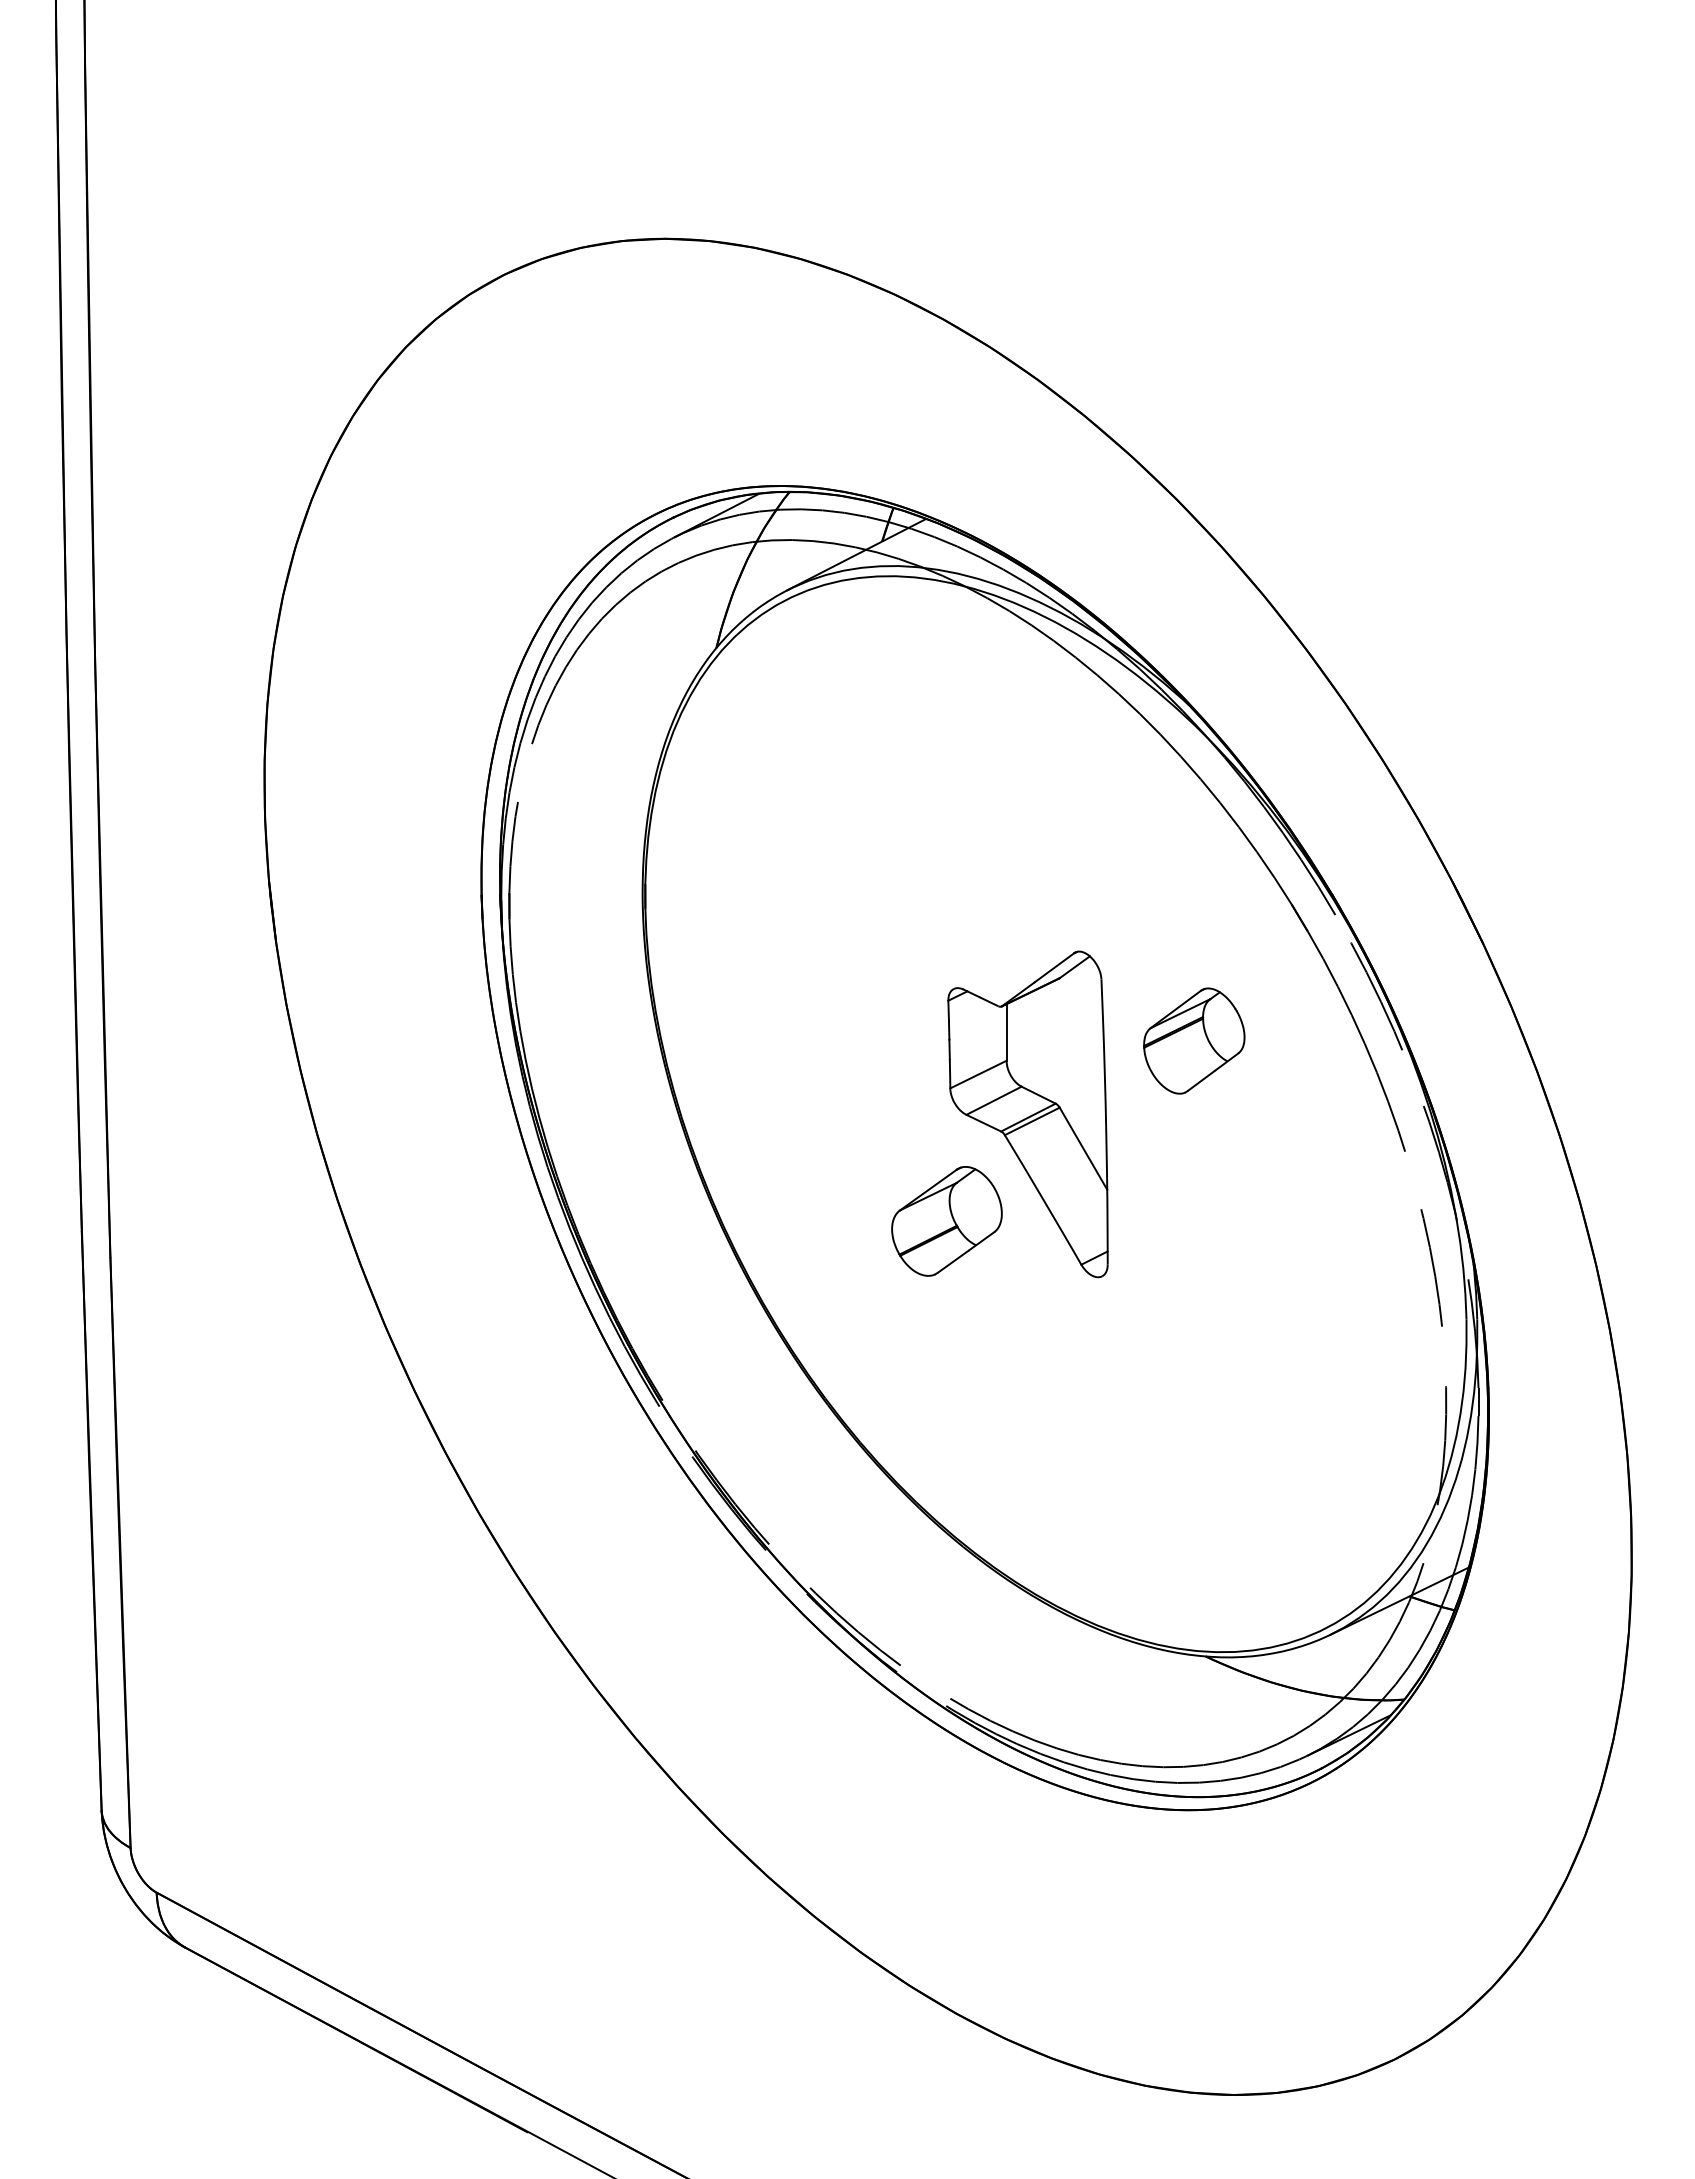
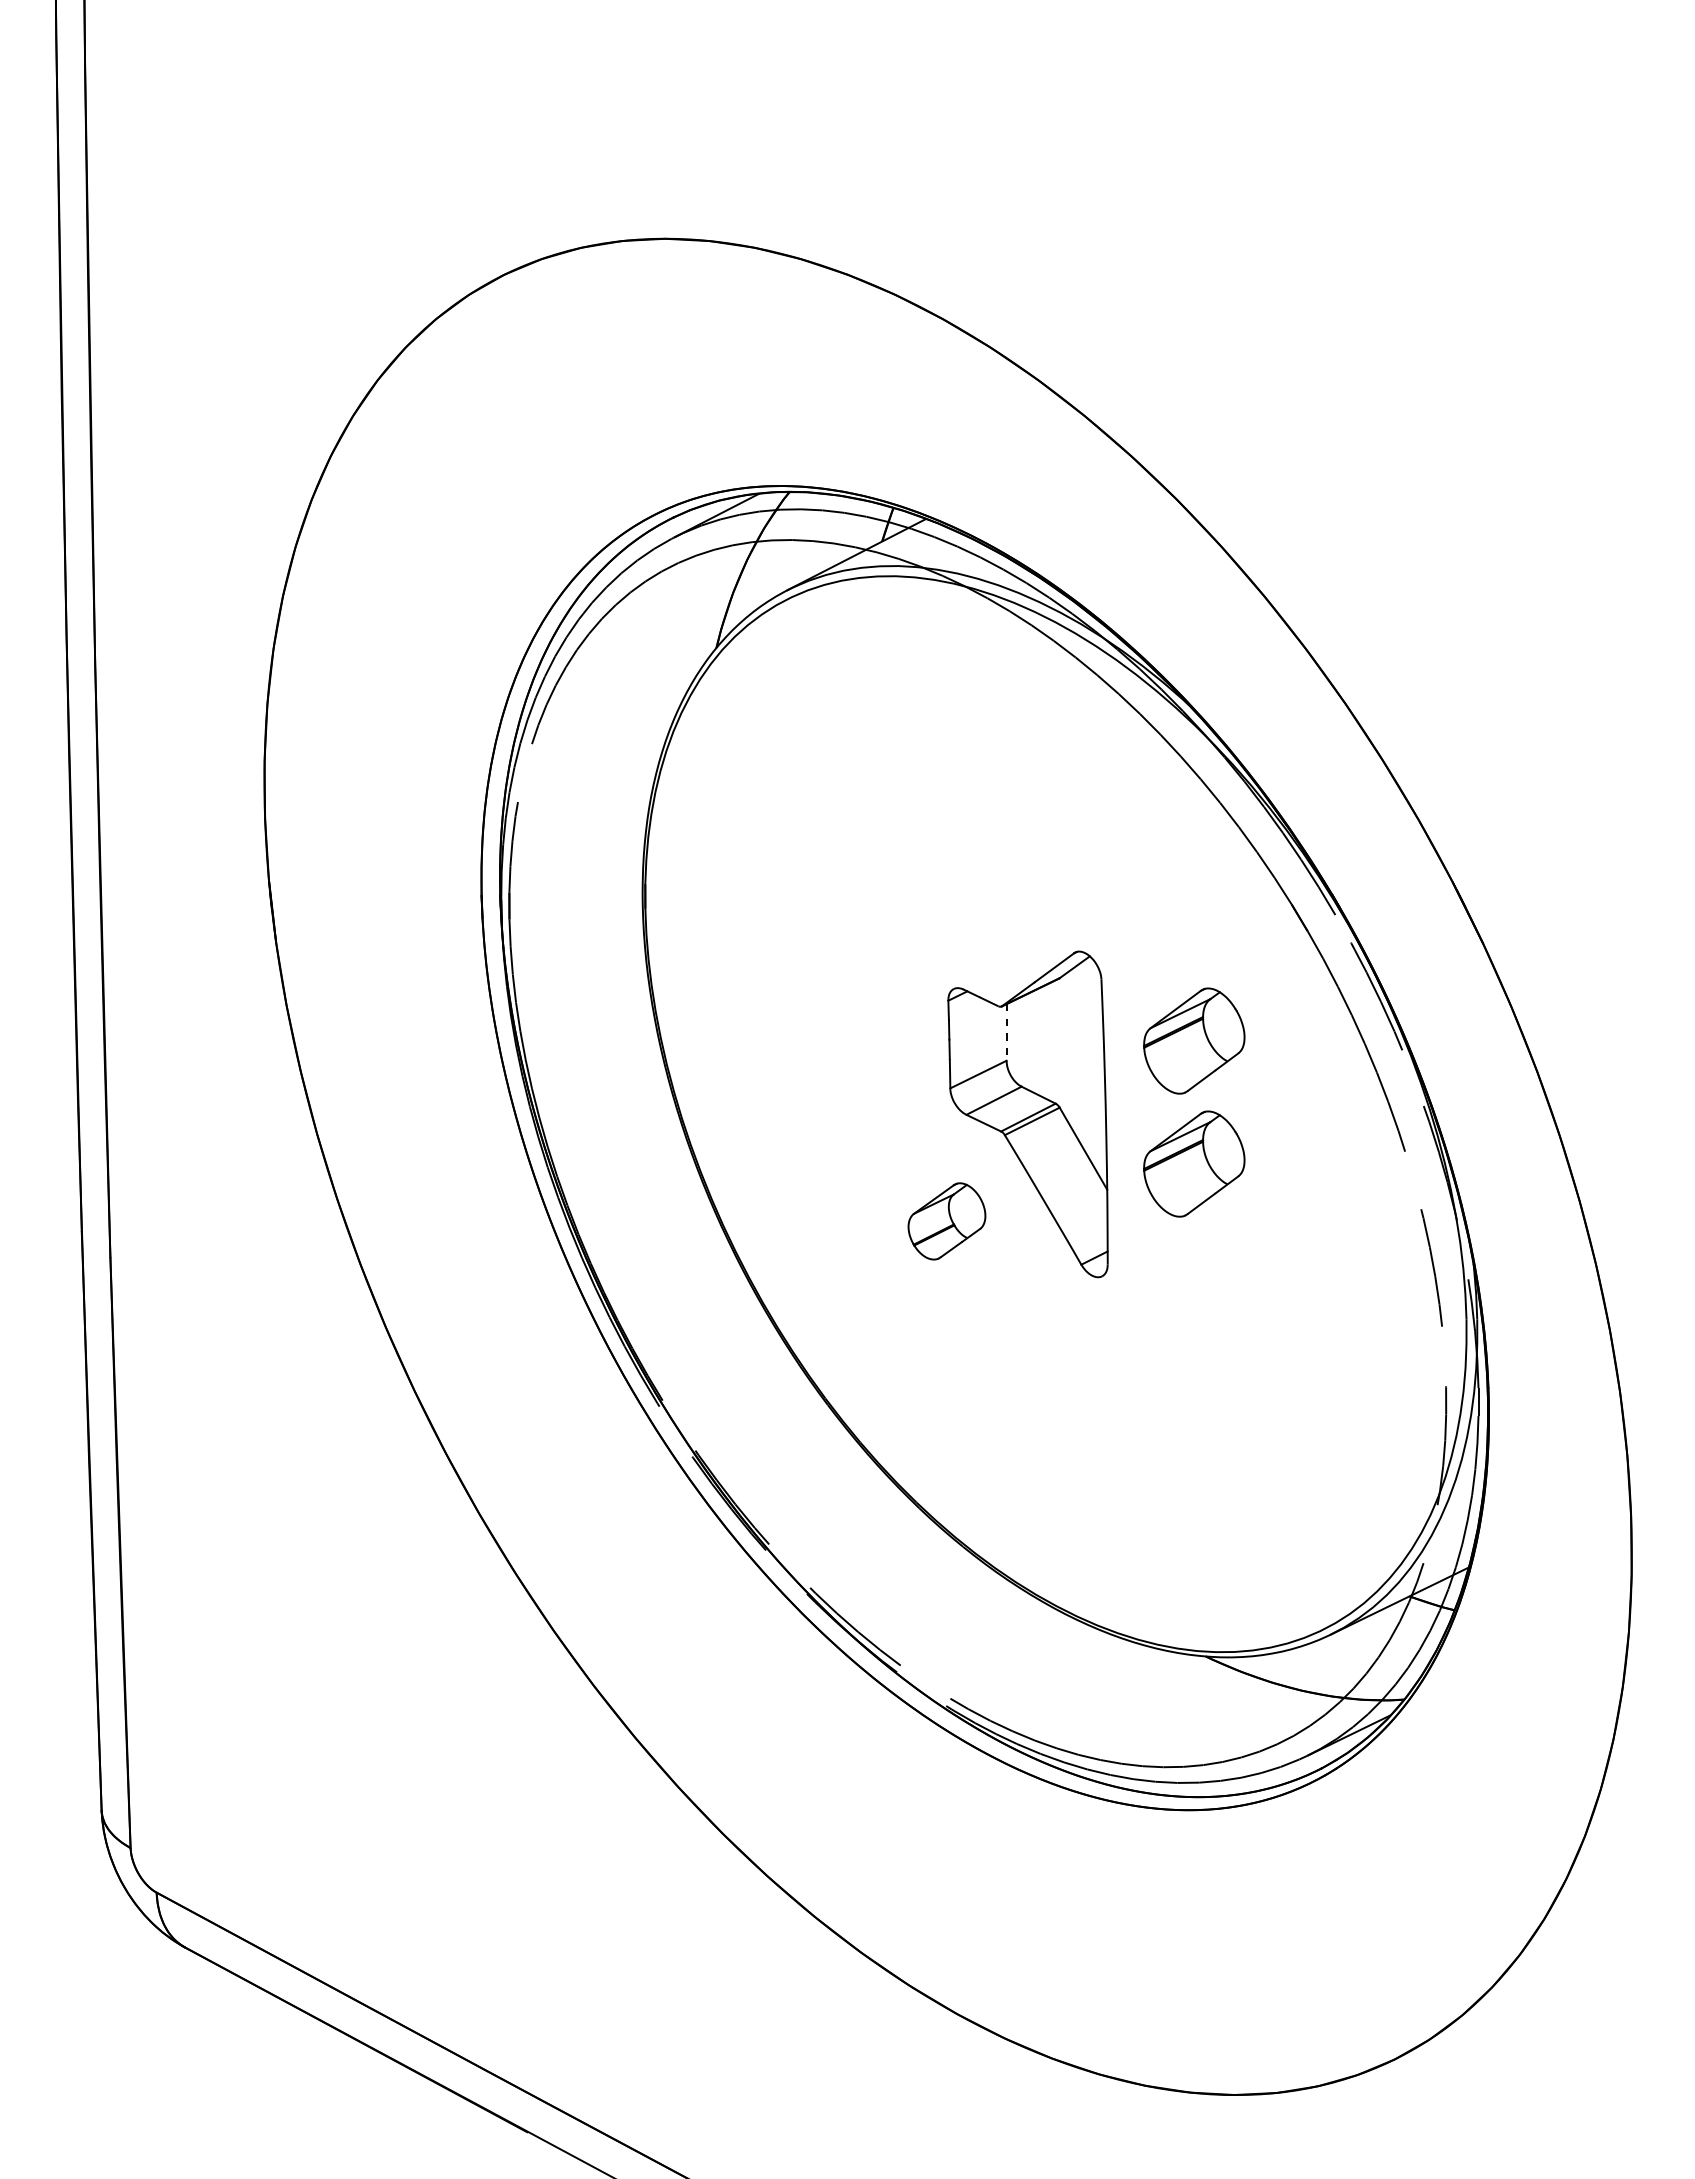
line at (1006, 1032): solid -> dashed
part at (1194, 1163): none -> present
part at (946, 1221) size: 112x111 px -> 80x79 px
